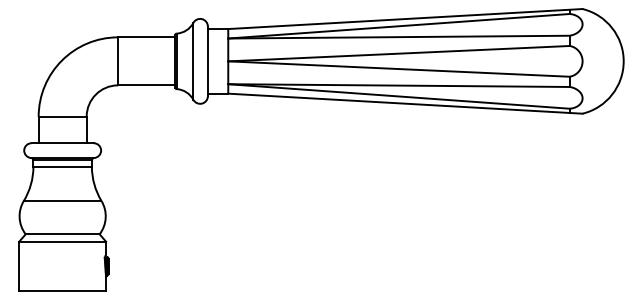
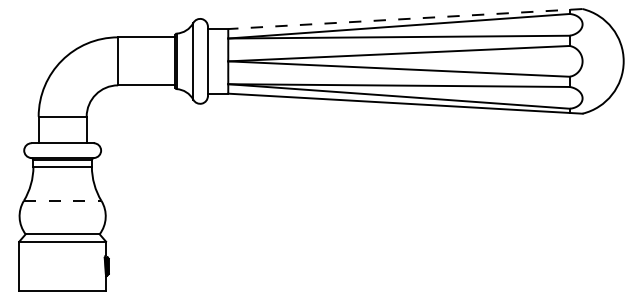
line at (404, 19): solid -> dashed
line at (62, 200): solid -> dashed
